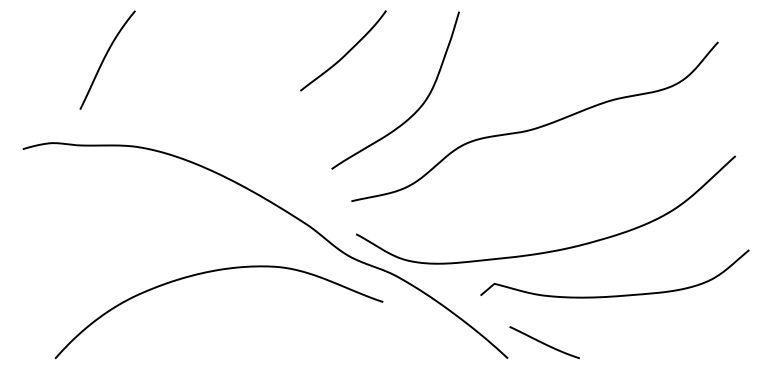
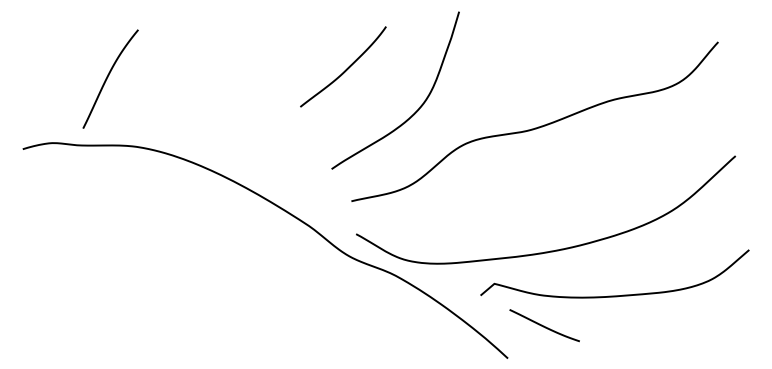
curve at (346, 52) position: (346, 52) -> (346, 68)
curve at (105, 58) position: (105, 58) -> (108, 77)
curve at (211, 272): present -> none
curve at (544, 342) position: (544, 342) -> (544, 325)
